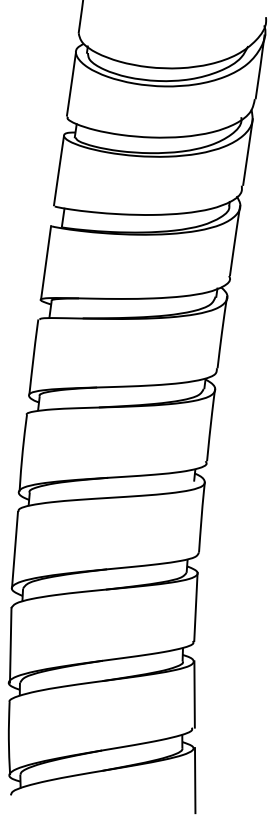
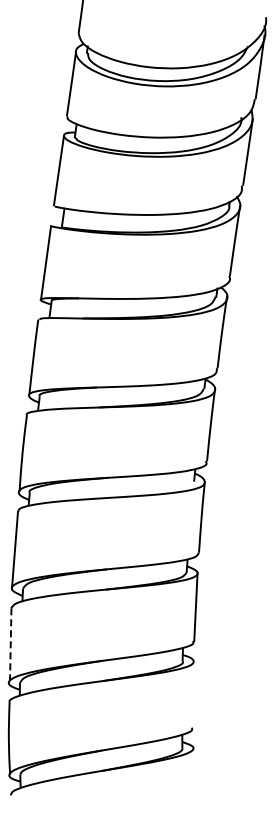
line at (10, 645): solid -> dashed
line at (194, 694): present -> none
line at (194, 780): present -> none
